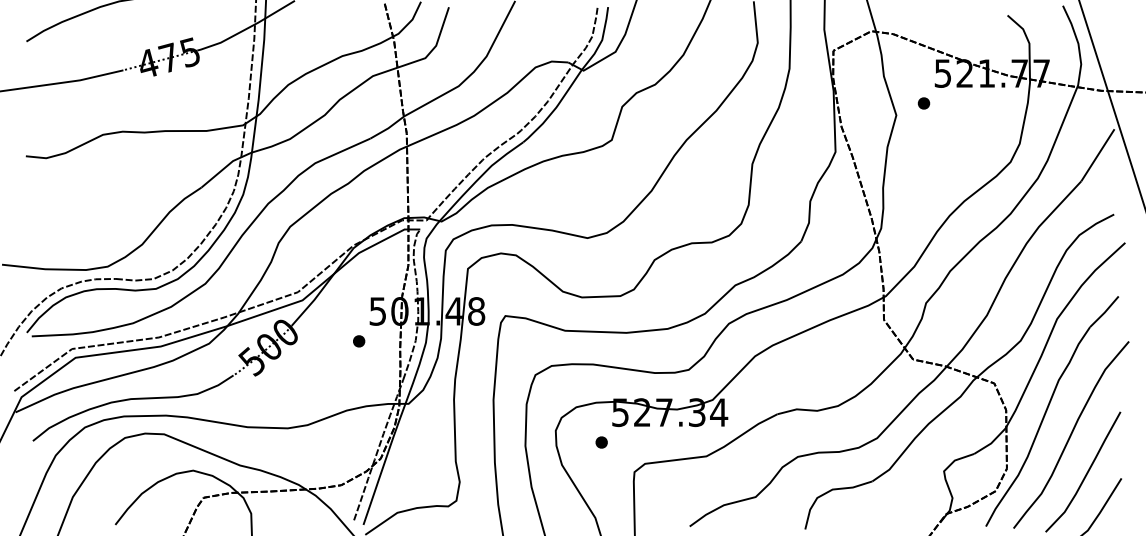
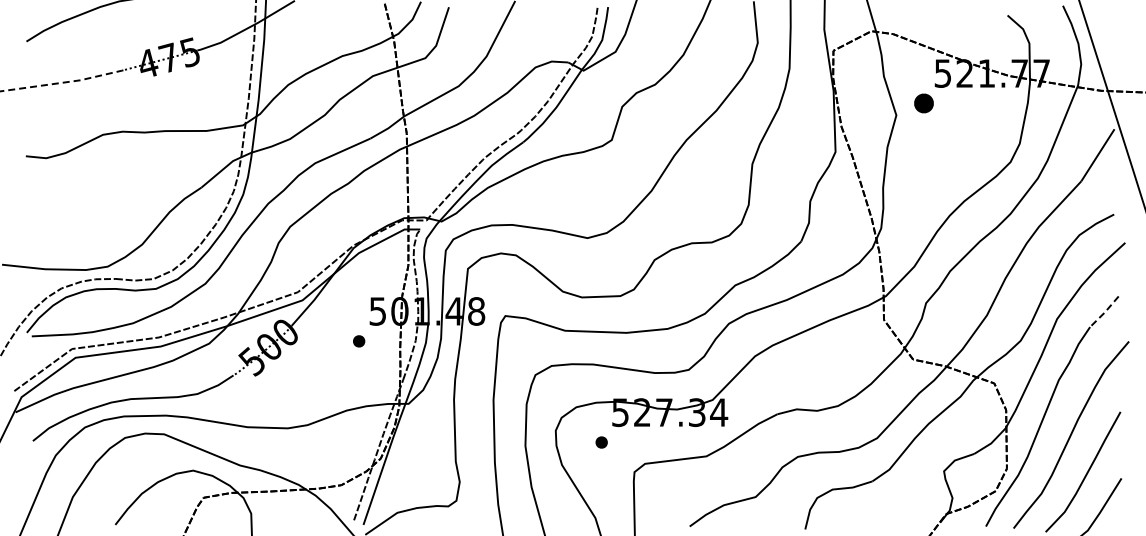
line at (63, 82): solid -> dashed
part at (923, 103) size: 14x13 px -> 20x21 px
line at (1104, 312): solid -> dashed
